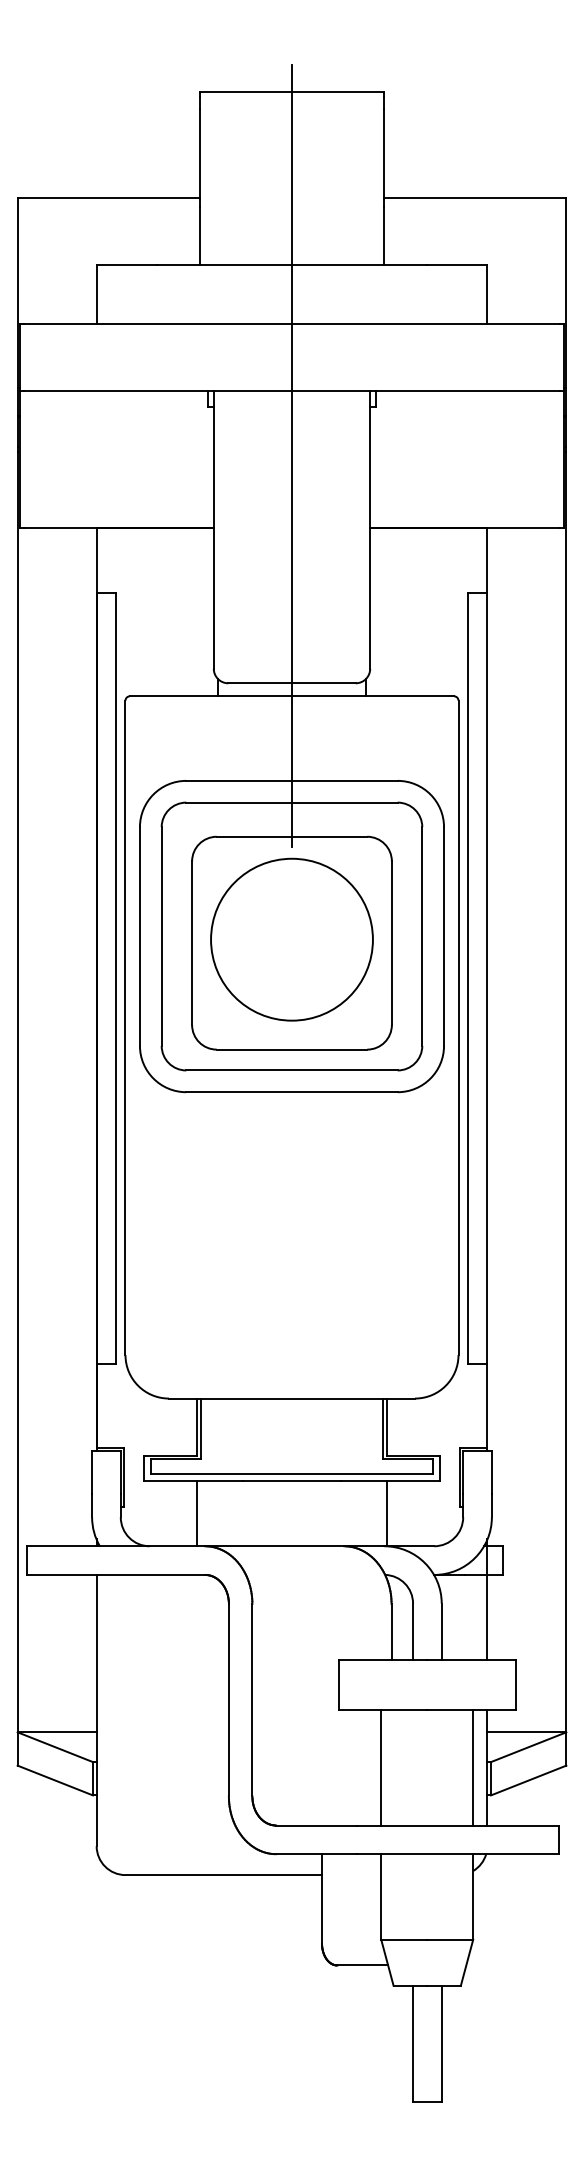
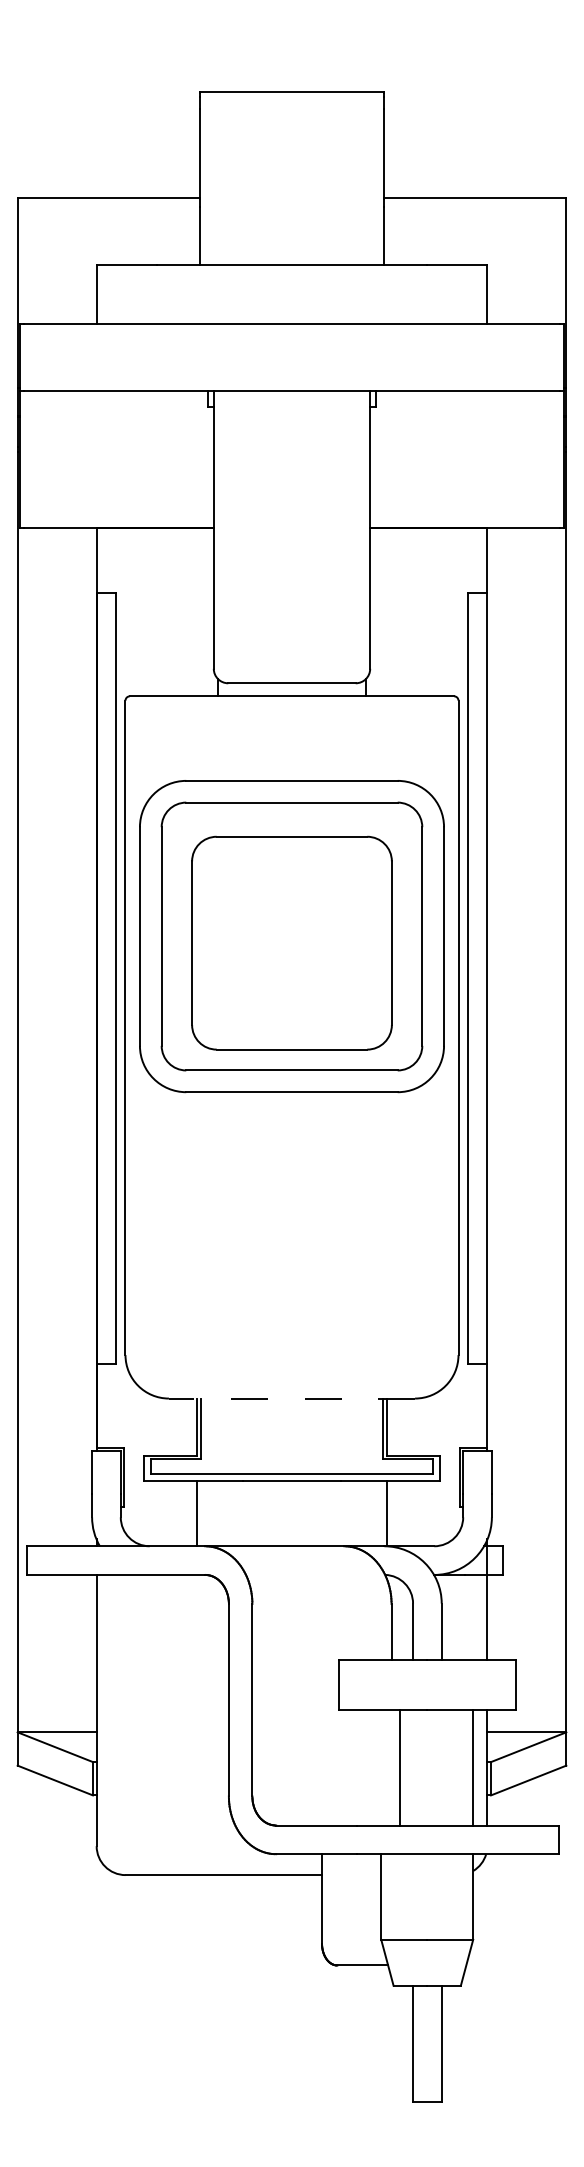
line at (292, 455): present -> none
circle at (291, 939): present -> none
line at (291, 1398): solid -> dashed
line at (381, 1767) position: (381, 1767) -> (400, 1767)
